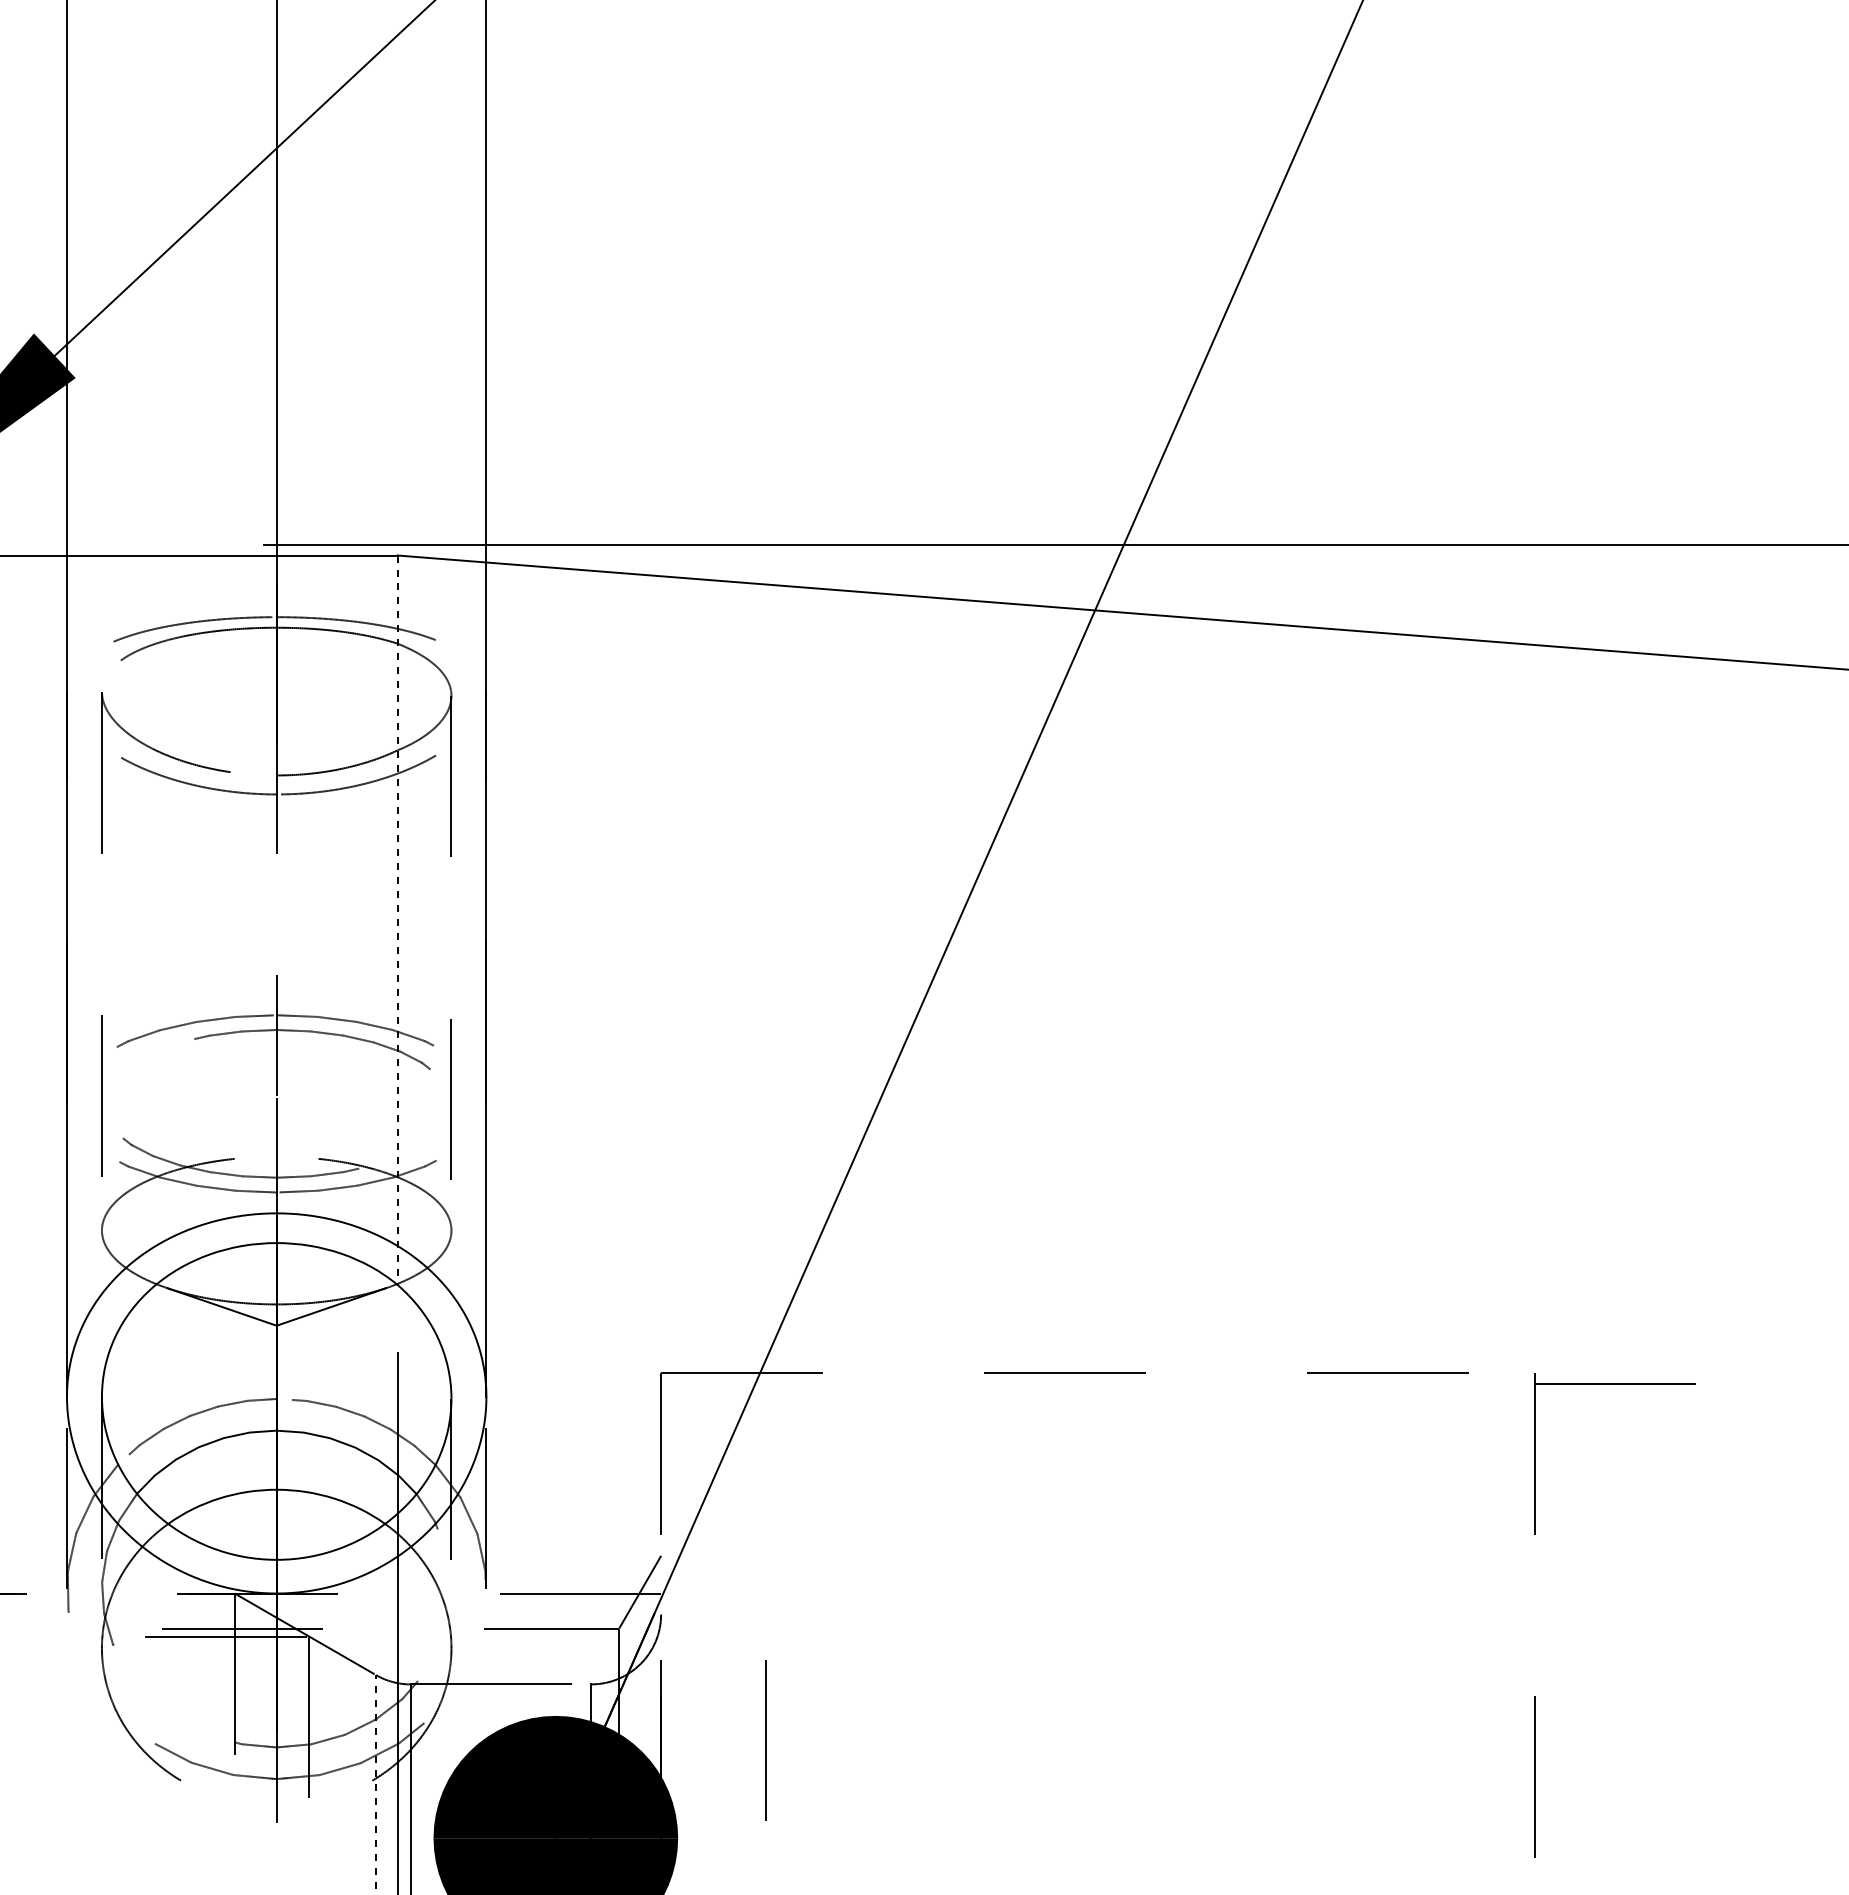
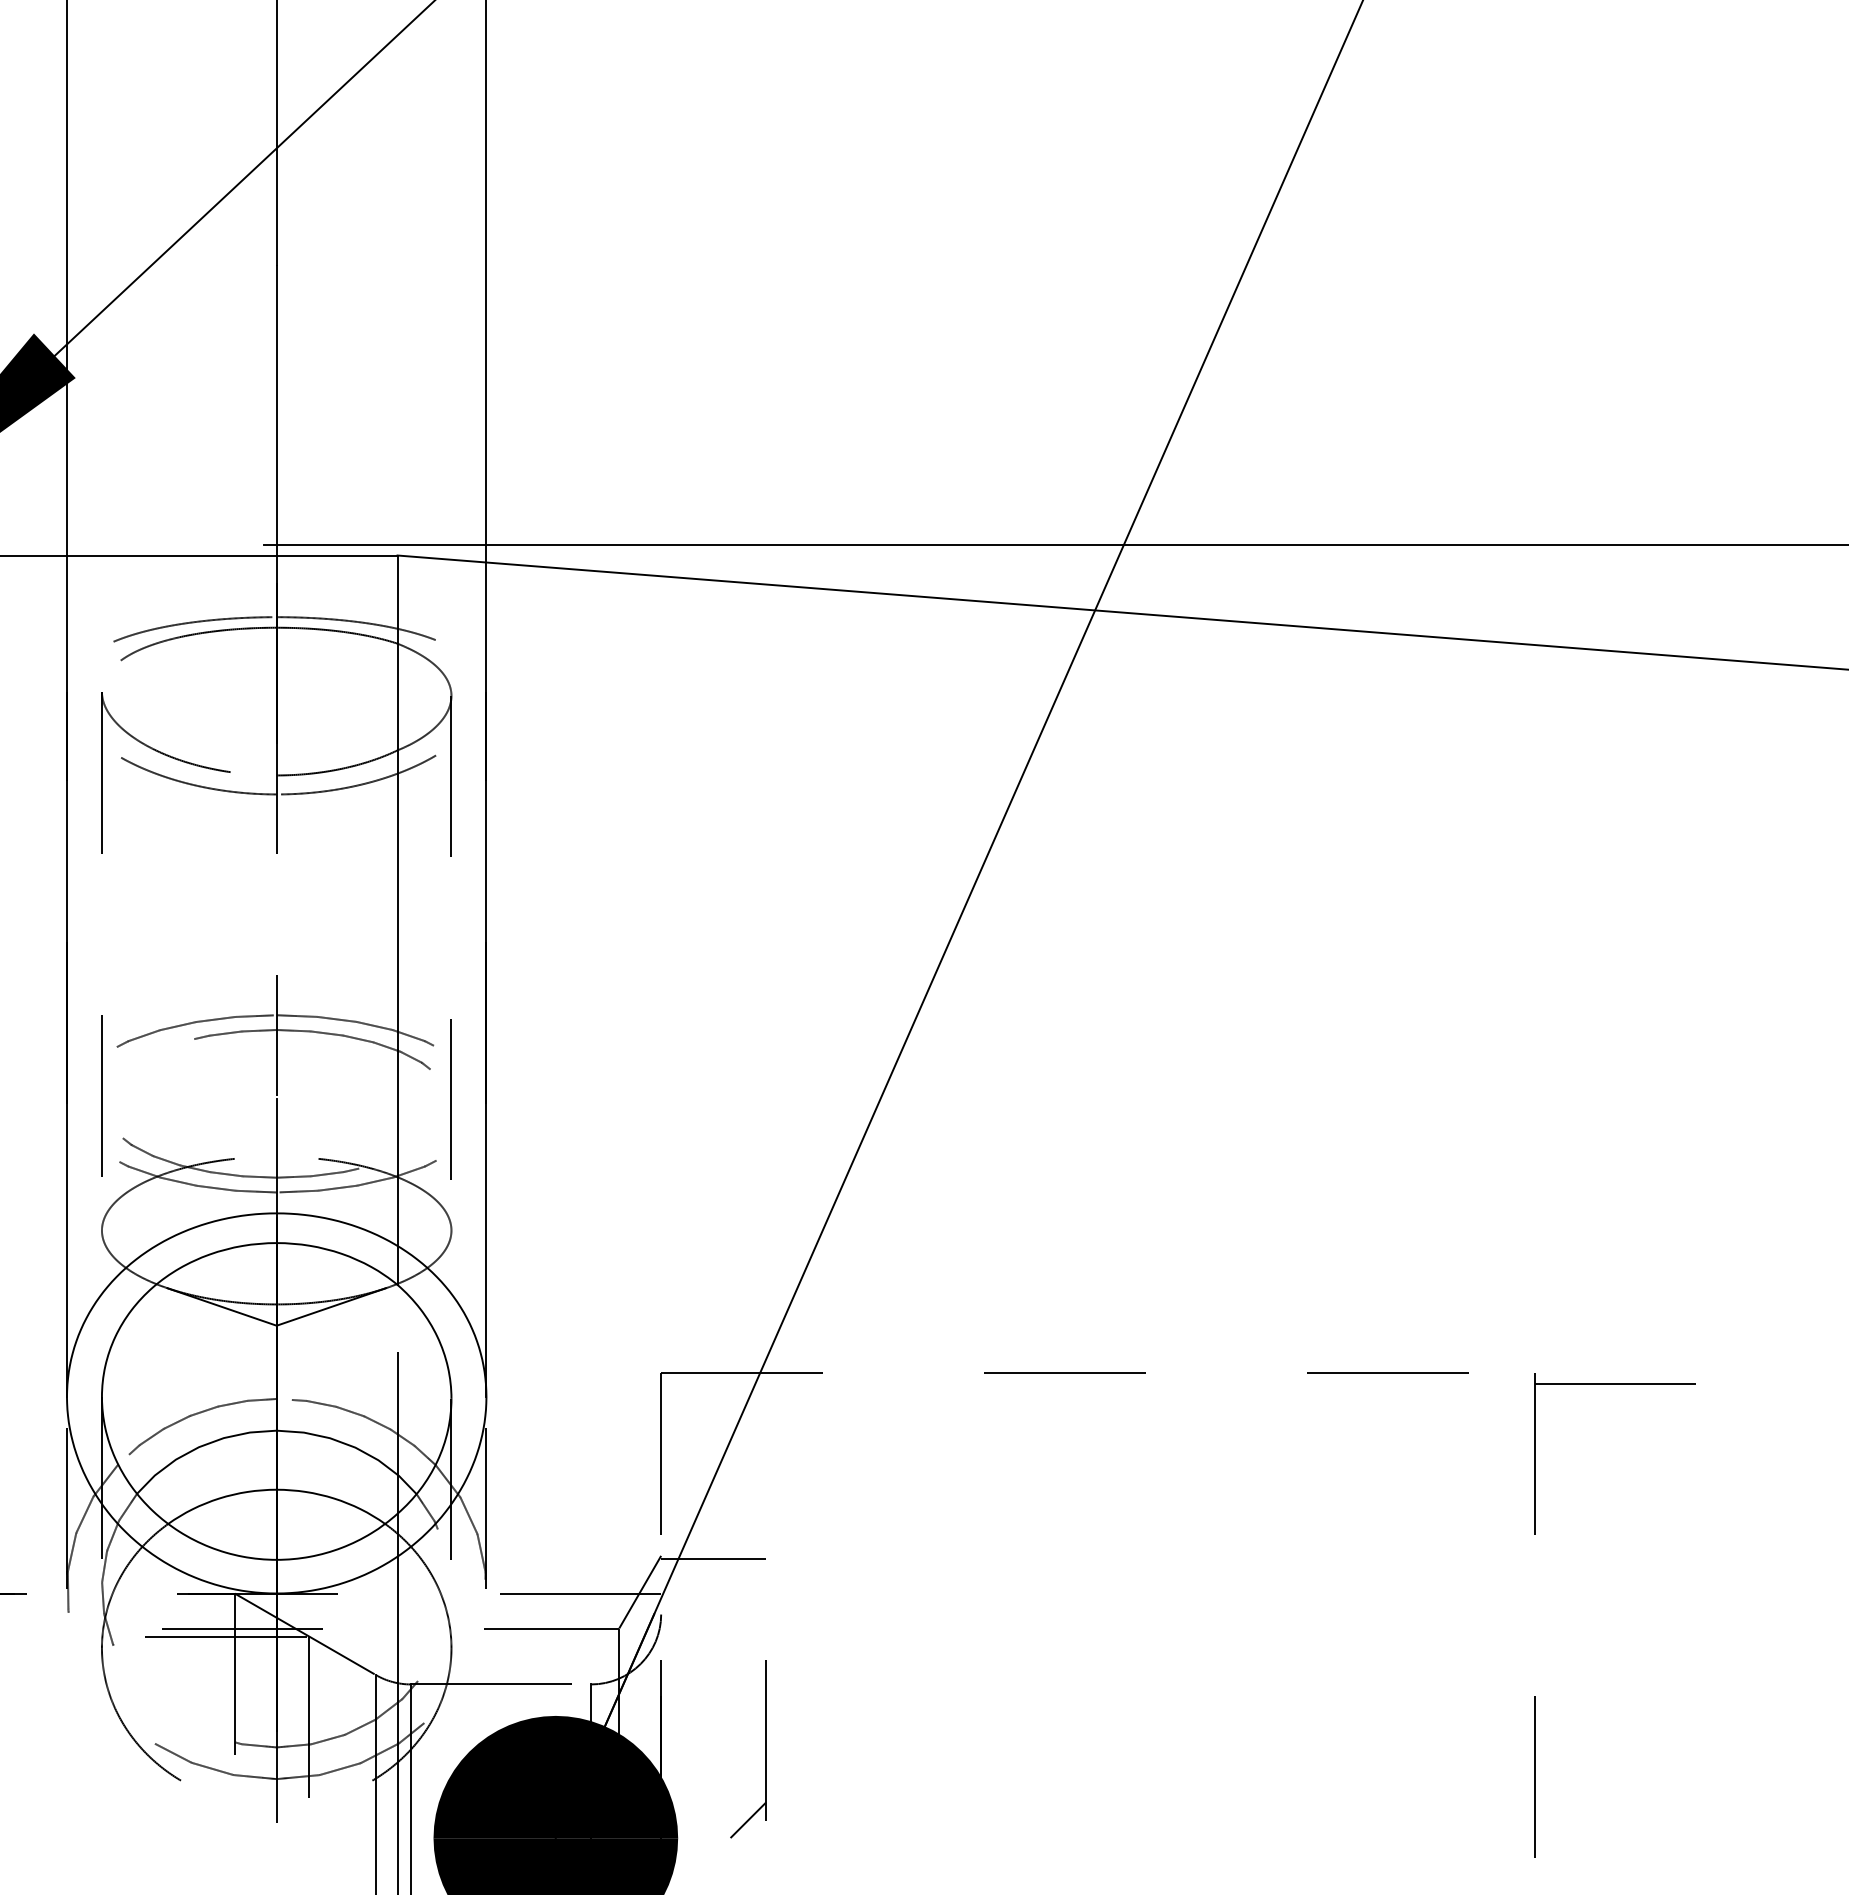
line at (397, 920): dashed -> solid
line at (713, 1558): none -> present
line at (375, 1784): dashed -> solid
line at (748, 1820): none -> present
